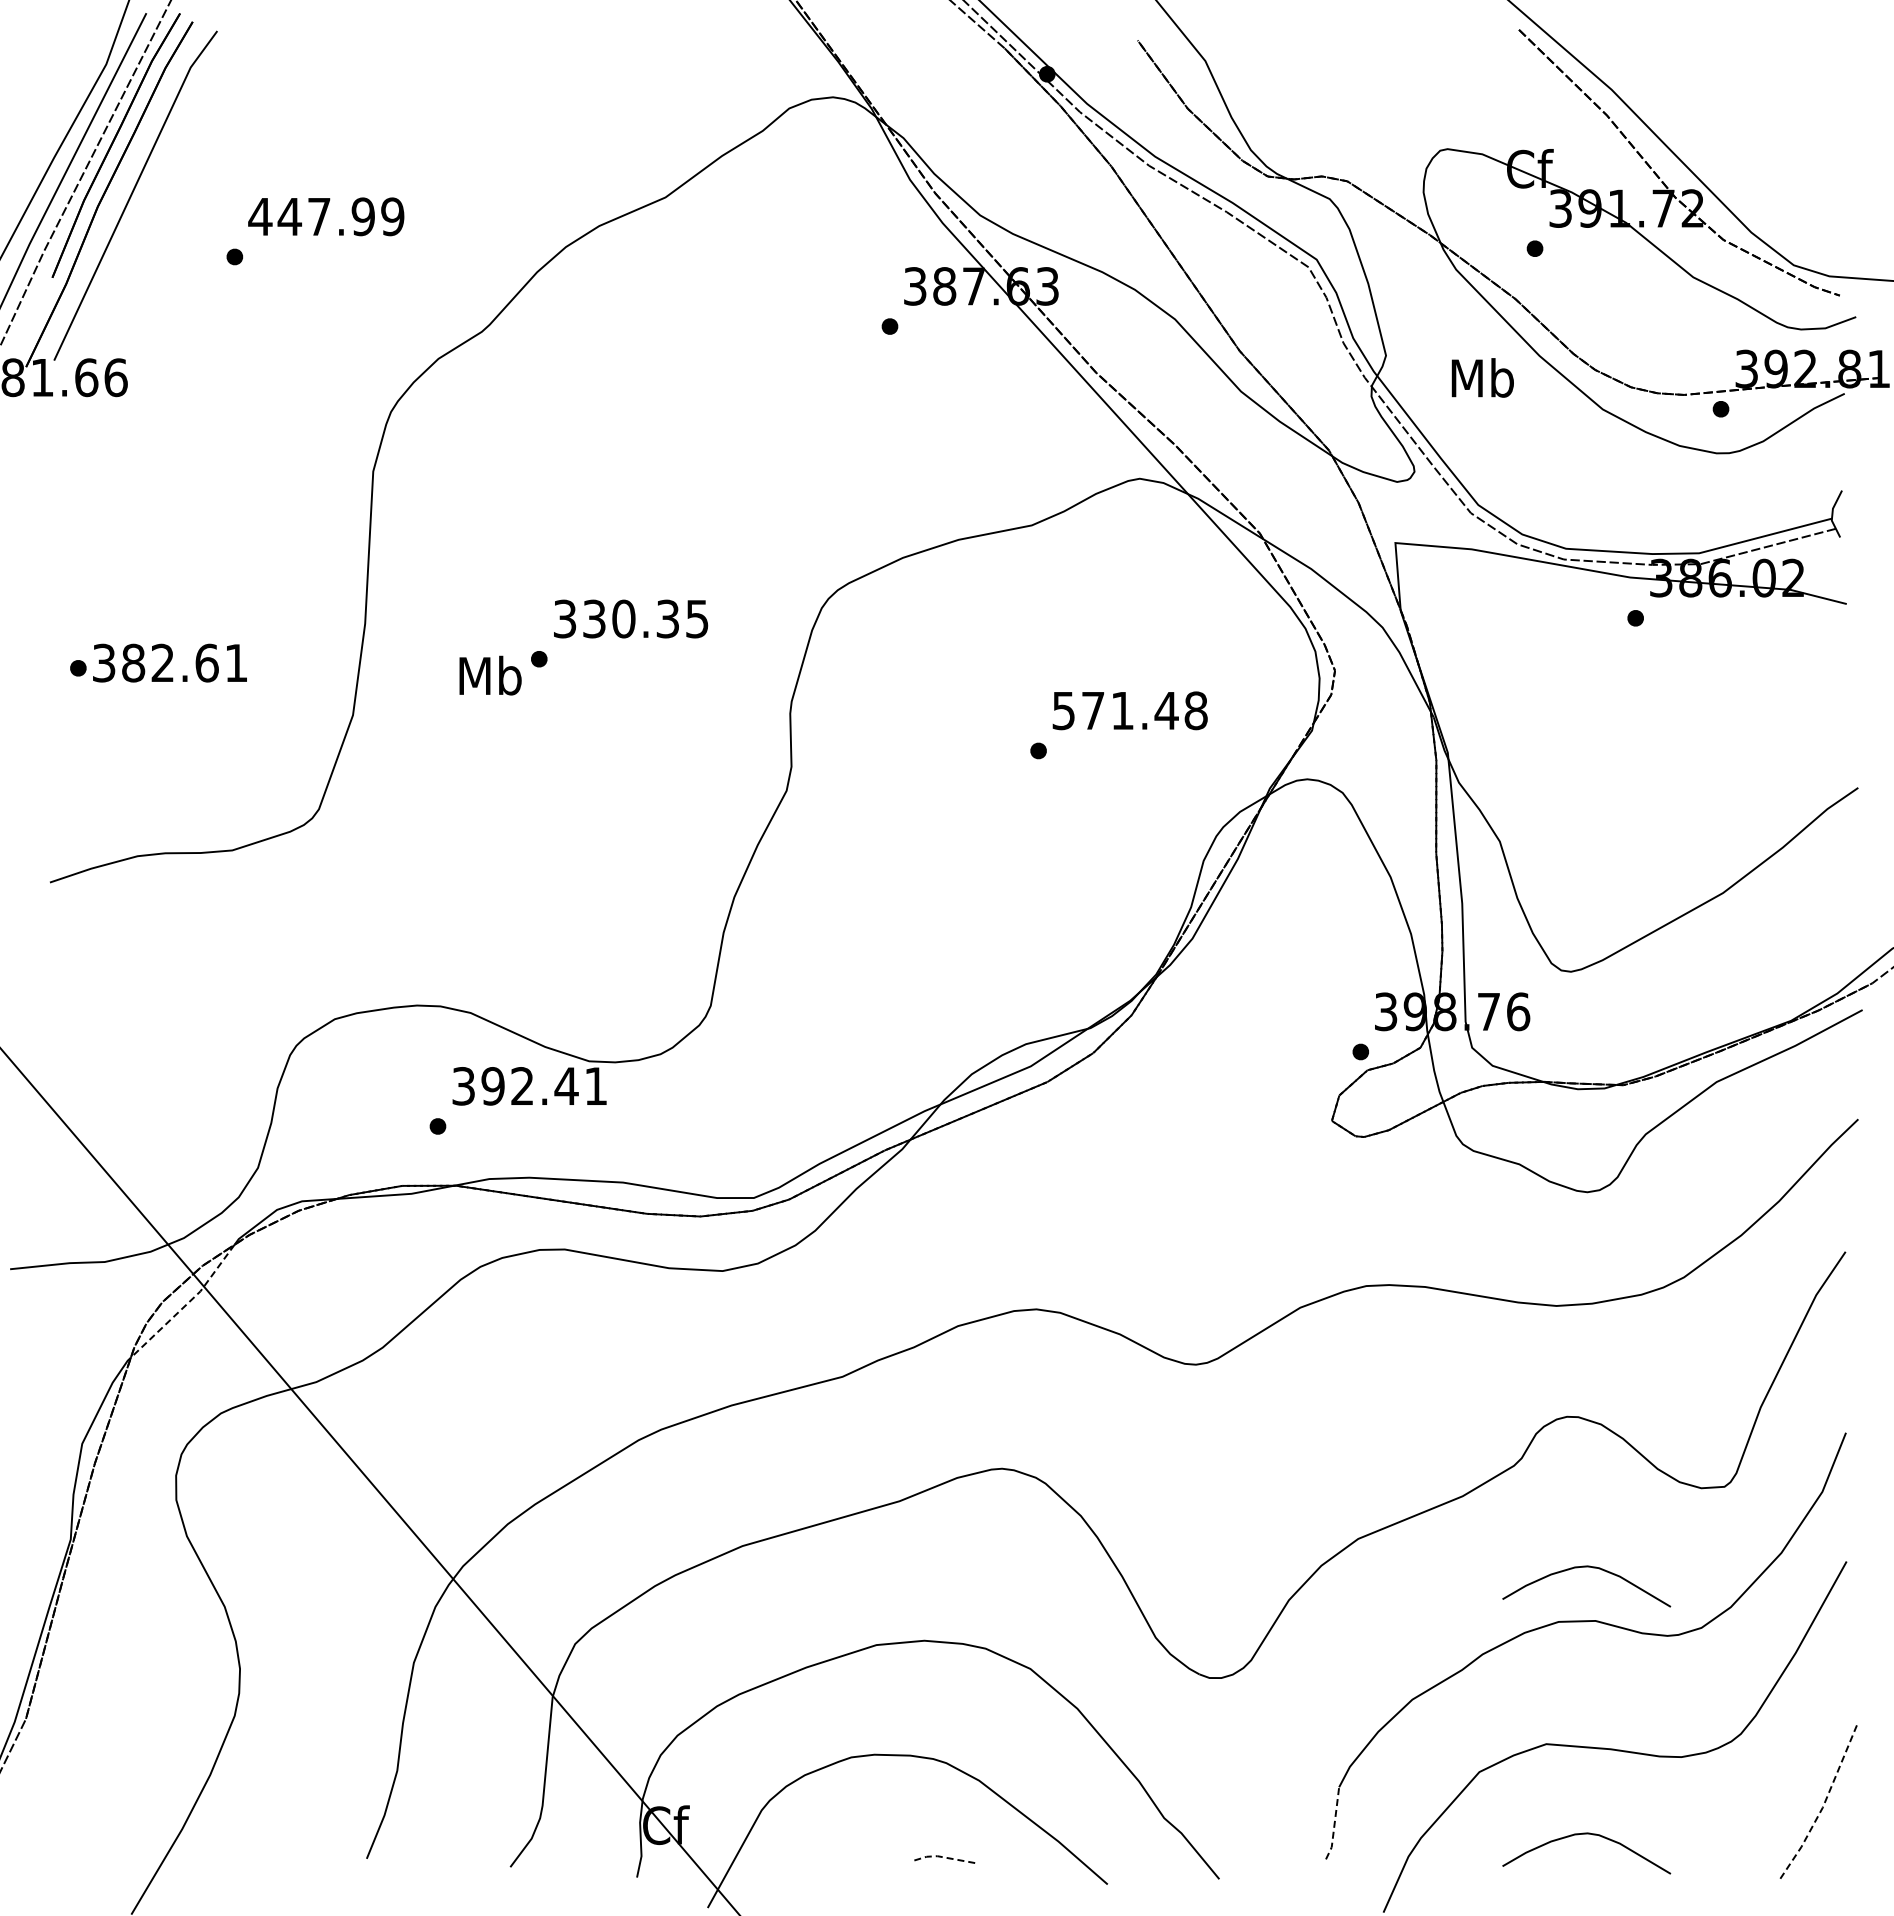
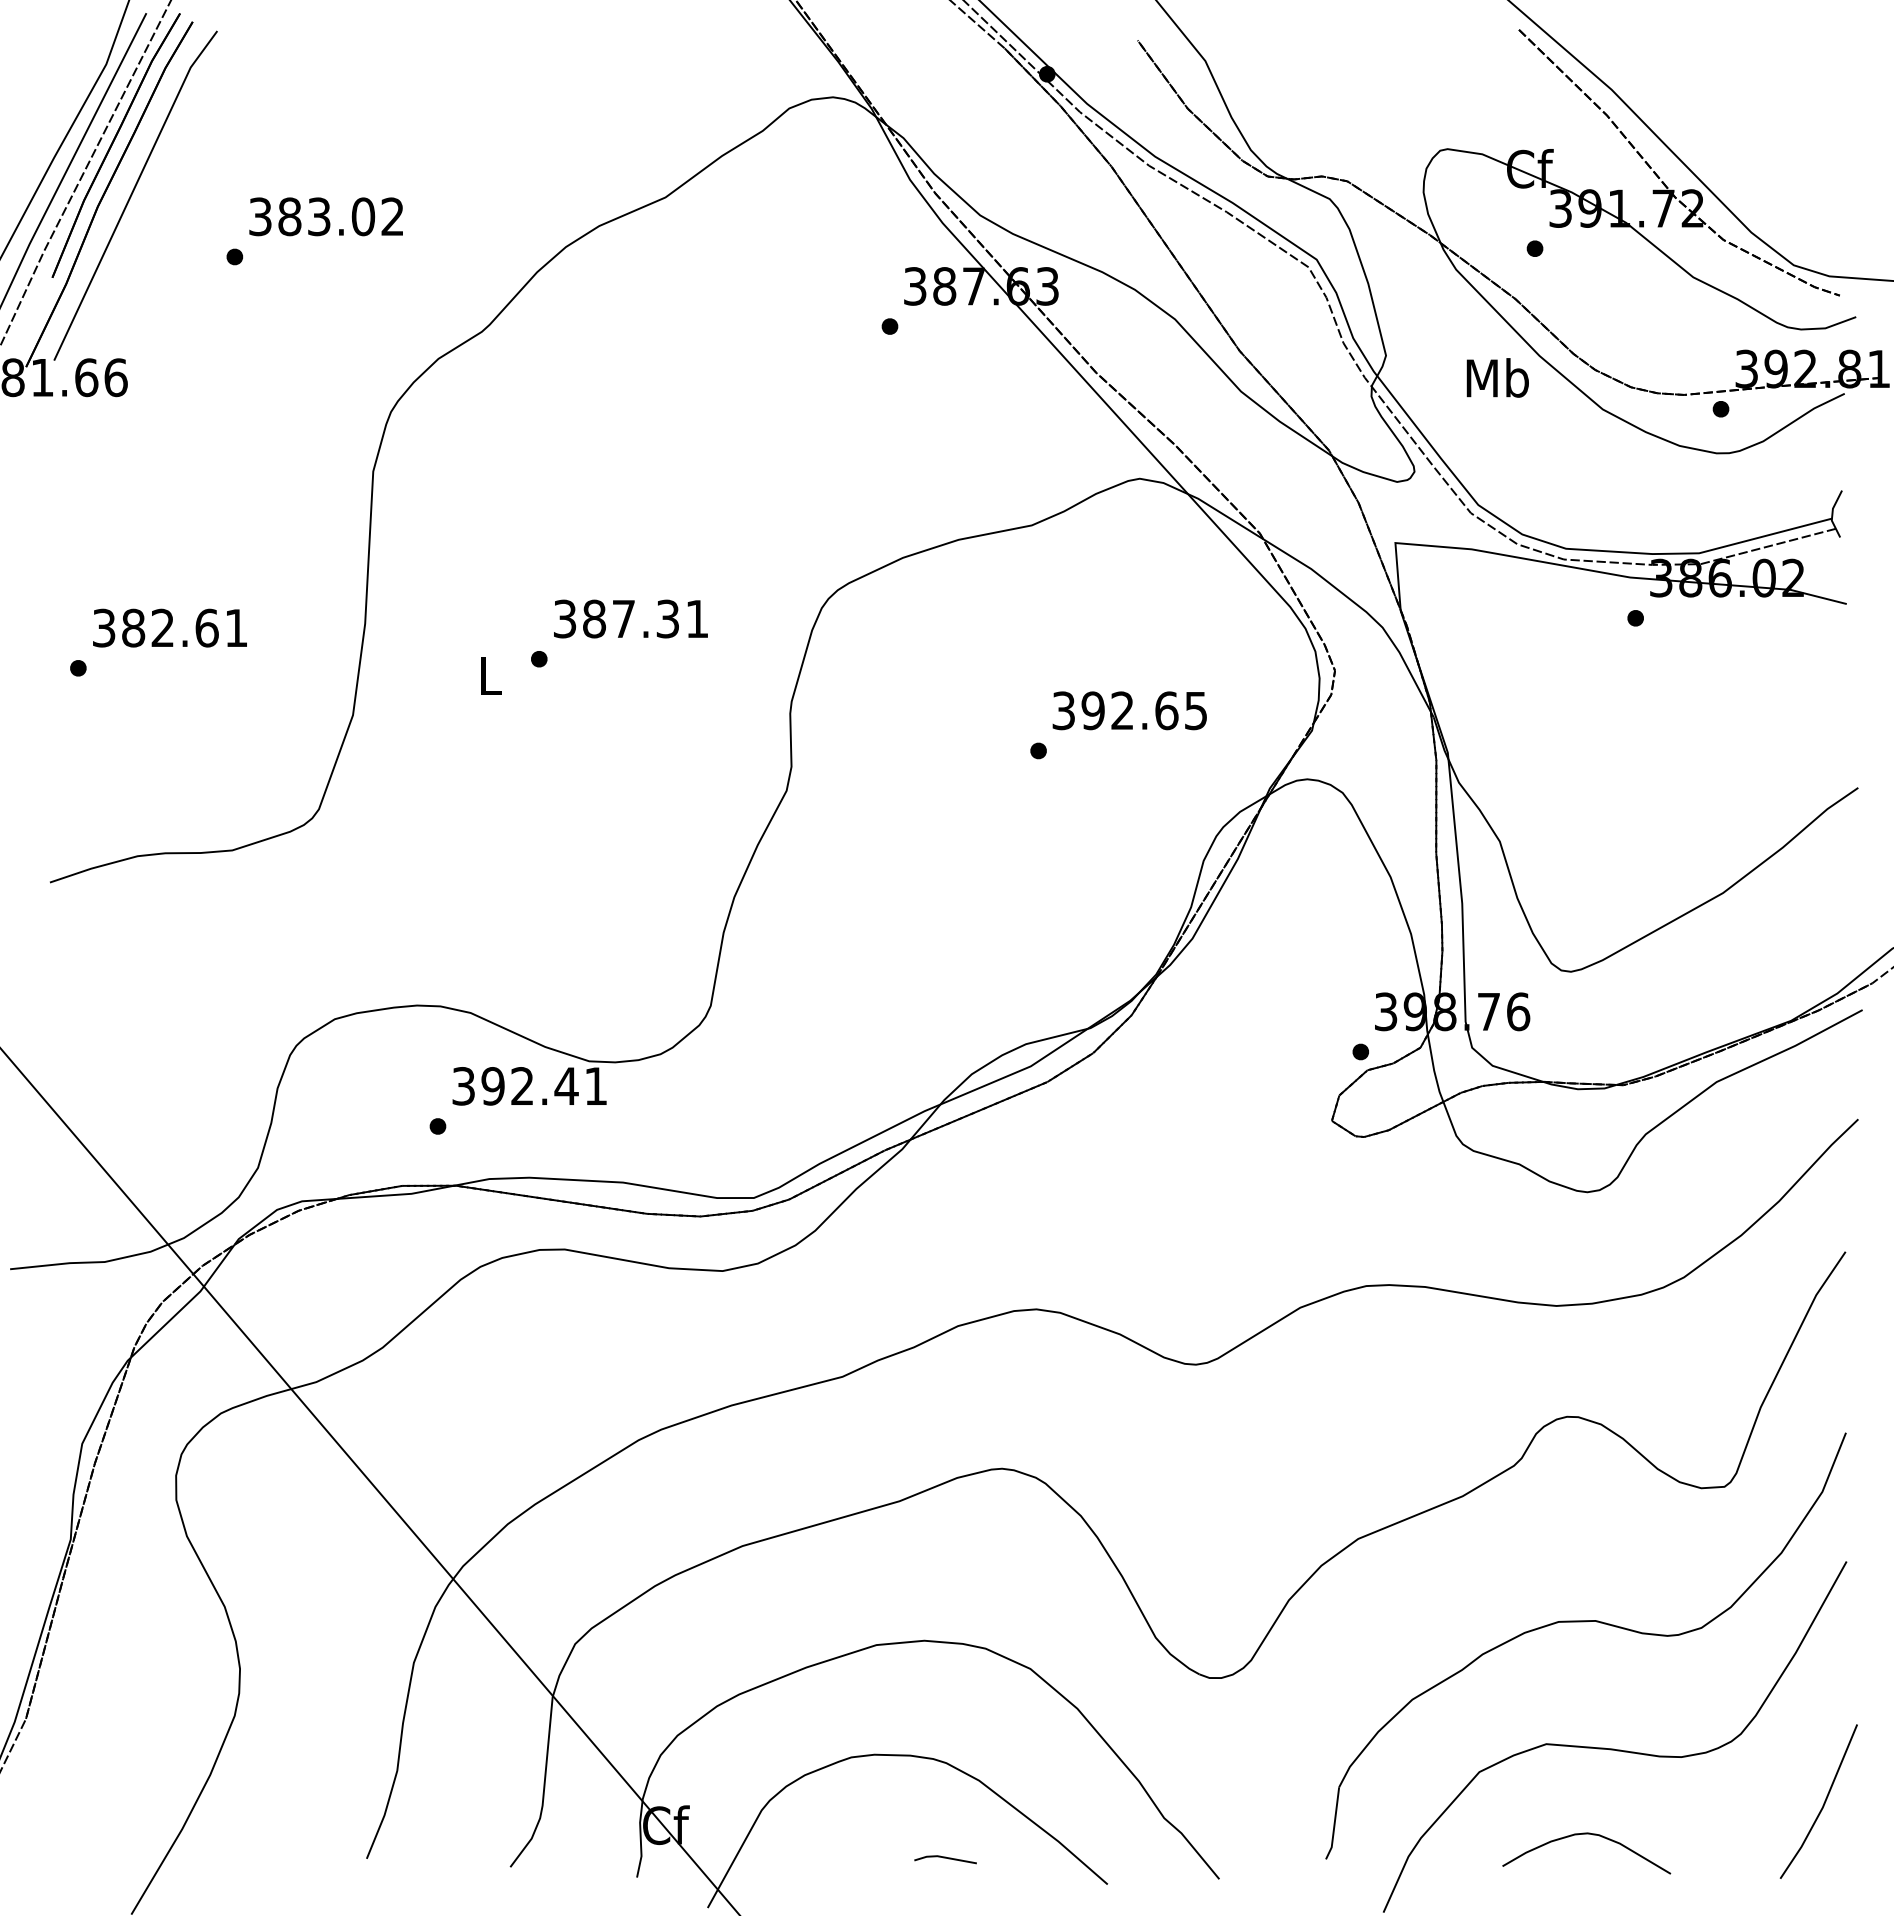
text at (326, 216): 447.99 -> 383.02
text at (1482, 377) position: (1482, 377) -> (1497, 377)
text at (645, 618): 330.35 -> 387.31
text at (169, 662) position: (169, 662) -> (169, 627)
text at (490, 675): Mb -> L
text at (1130, 710): 571.48 -> 392.65
line at (186, 1304): dashed -> solid
curve at (1592, 1568): present -> none
line at (1823, 1804): dashed -> solid
line at (1334, 1824): dashed -> solid
line at (945, 1857): dashed -> solid
